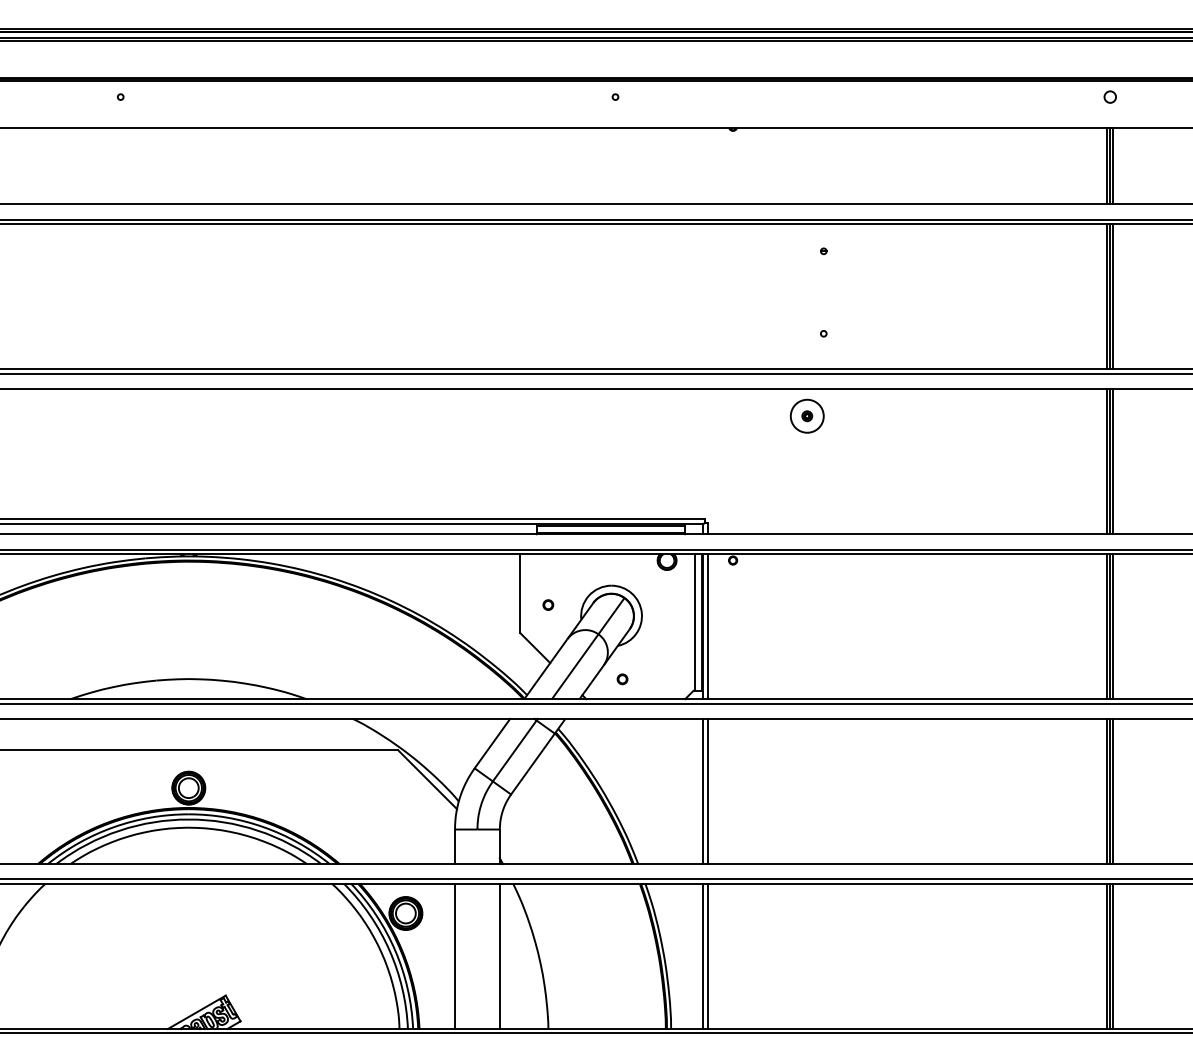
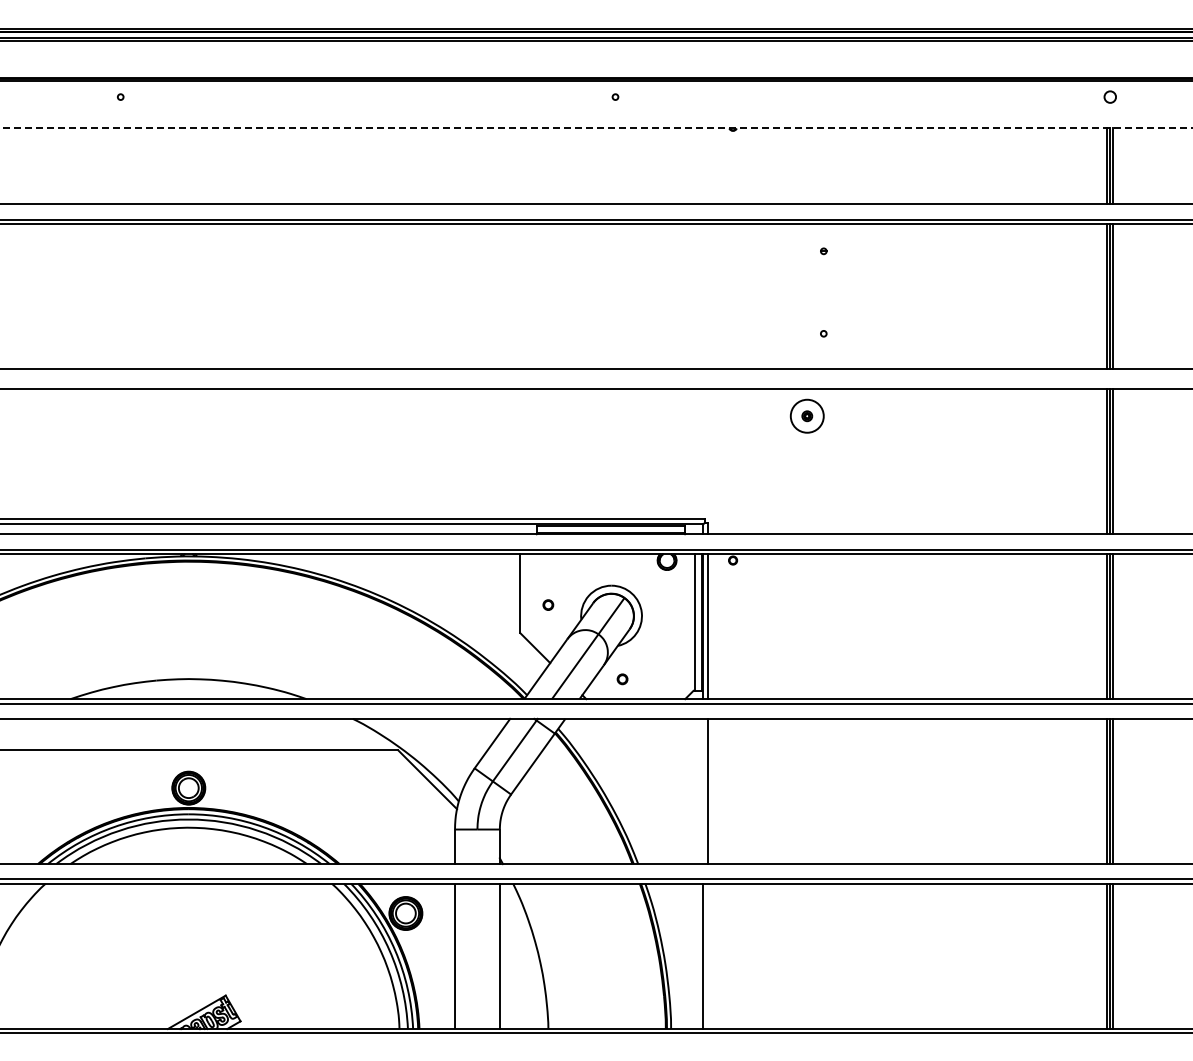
line at (596, 128): solid -> dashed
line at (595, 373): present -> none
line at (703, 791): present -> none
line at (708, 956): present -> none
